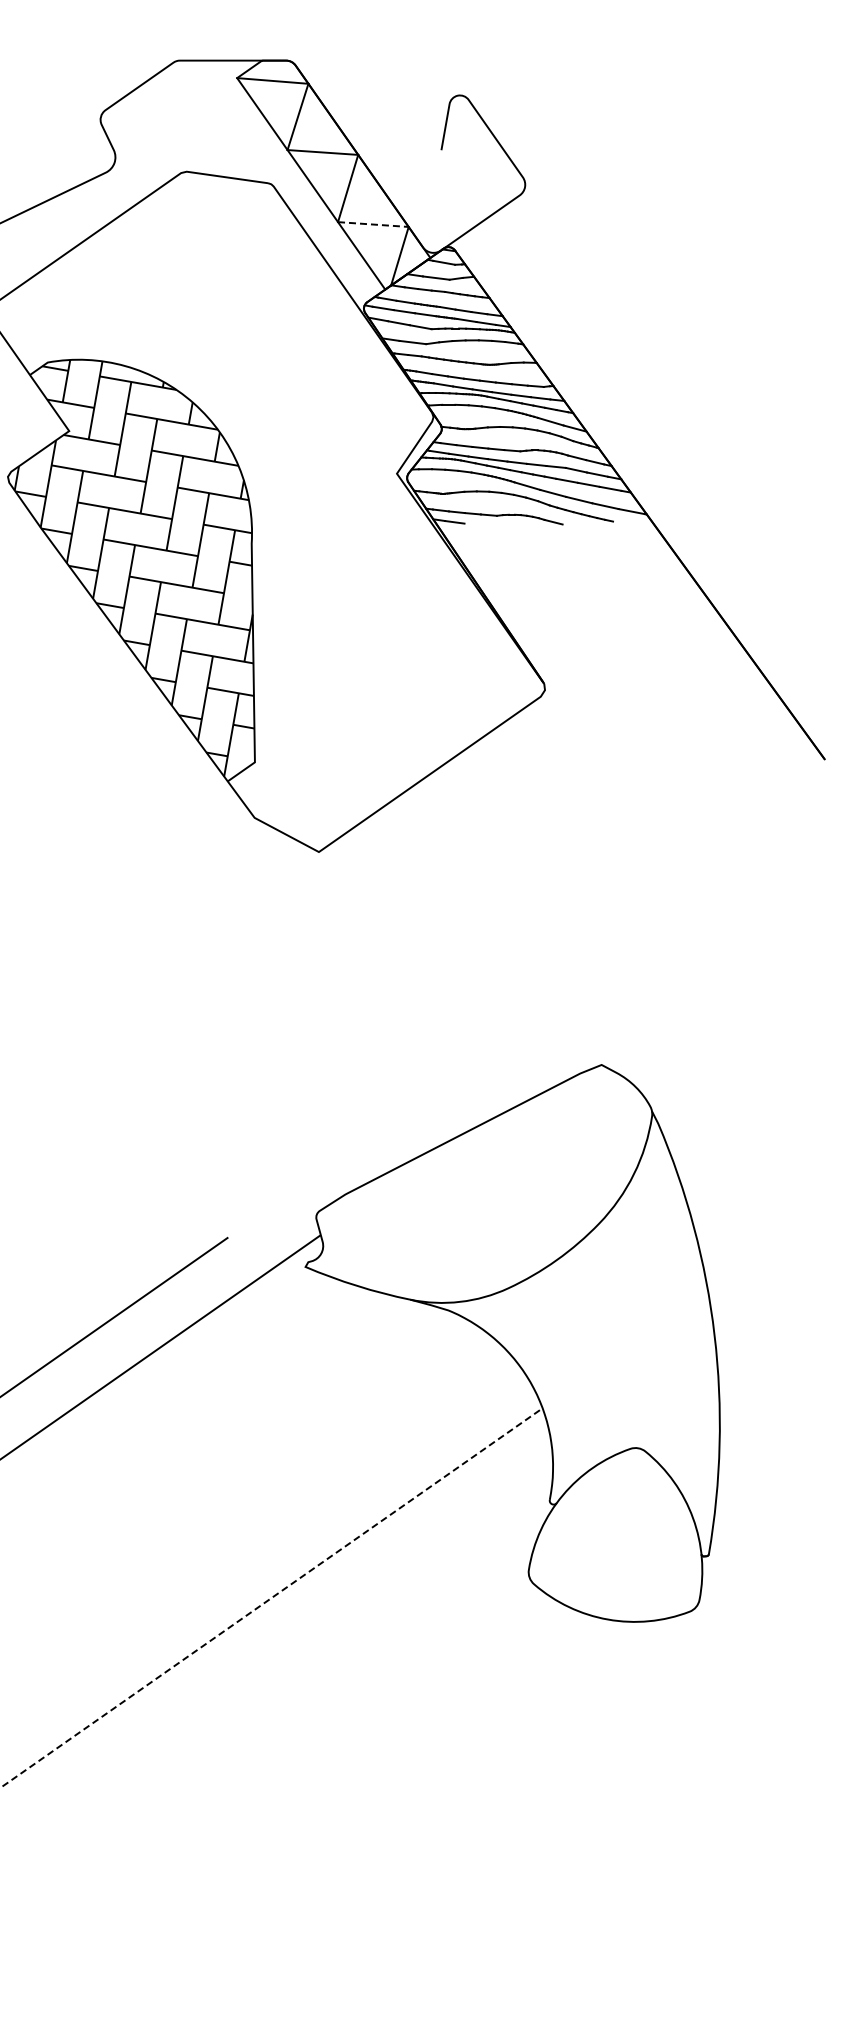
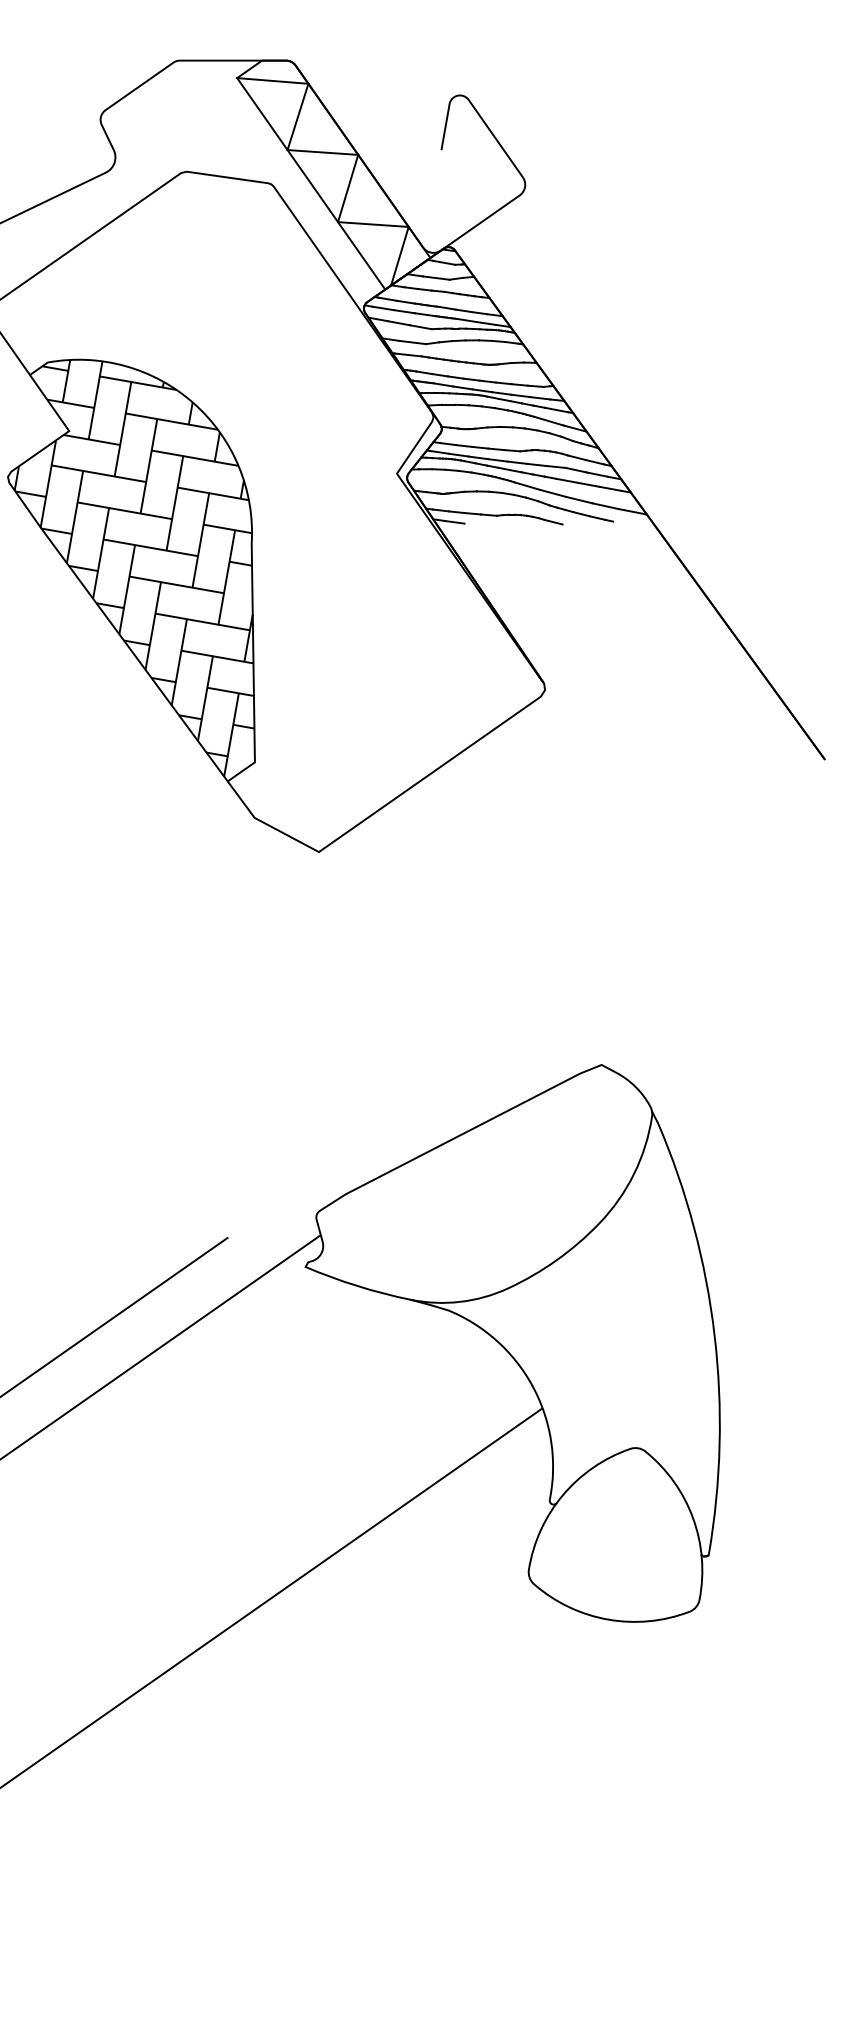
line at (373, 224): dashed -> solid
line at (271, 1598): dashed -> solid
